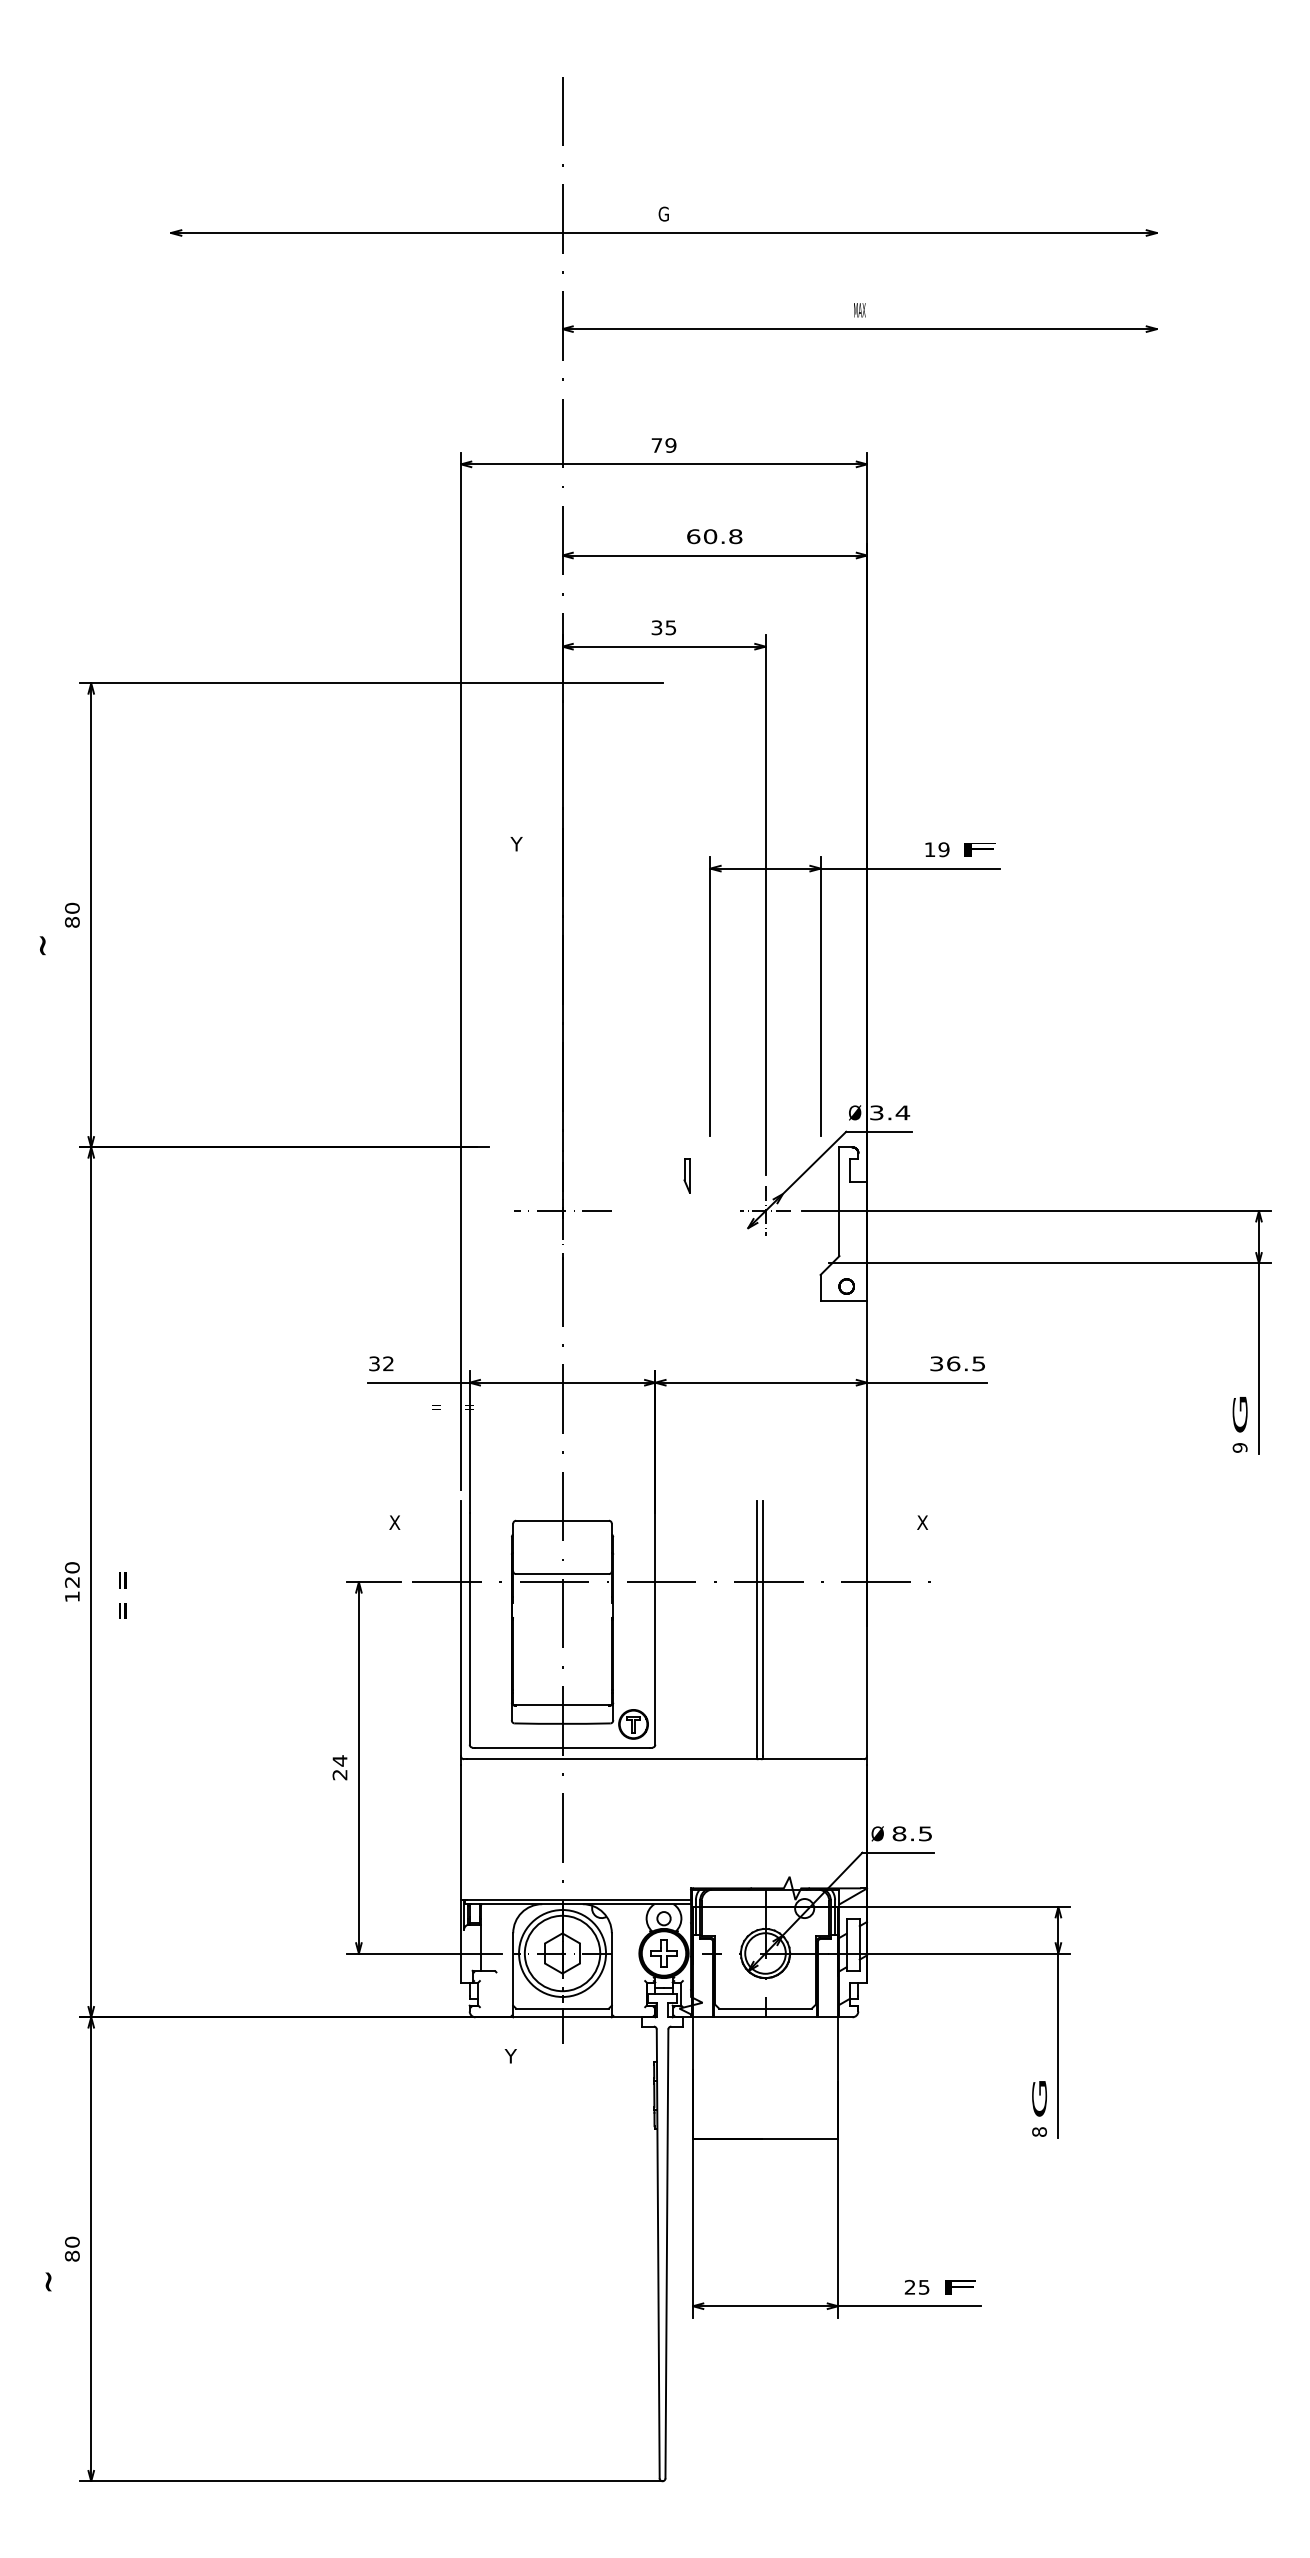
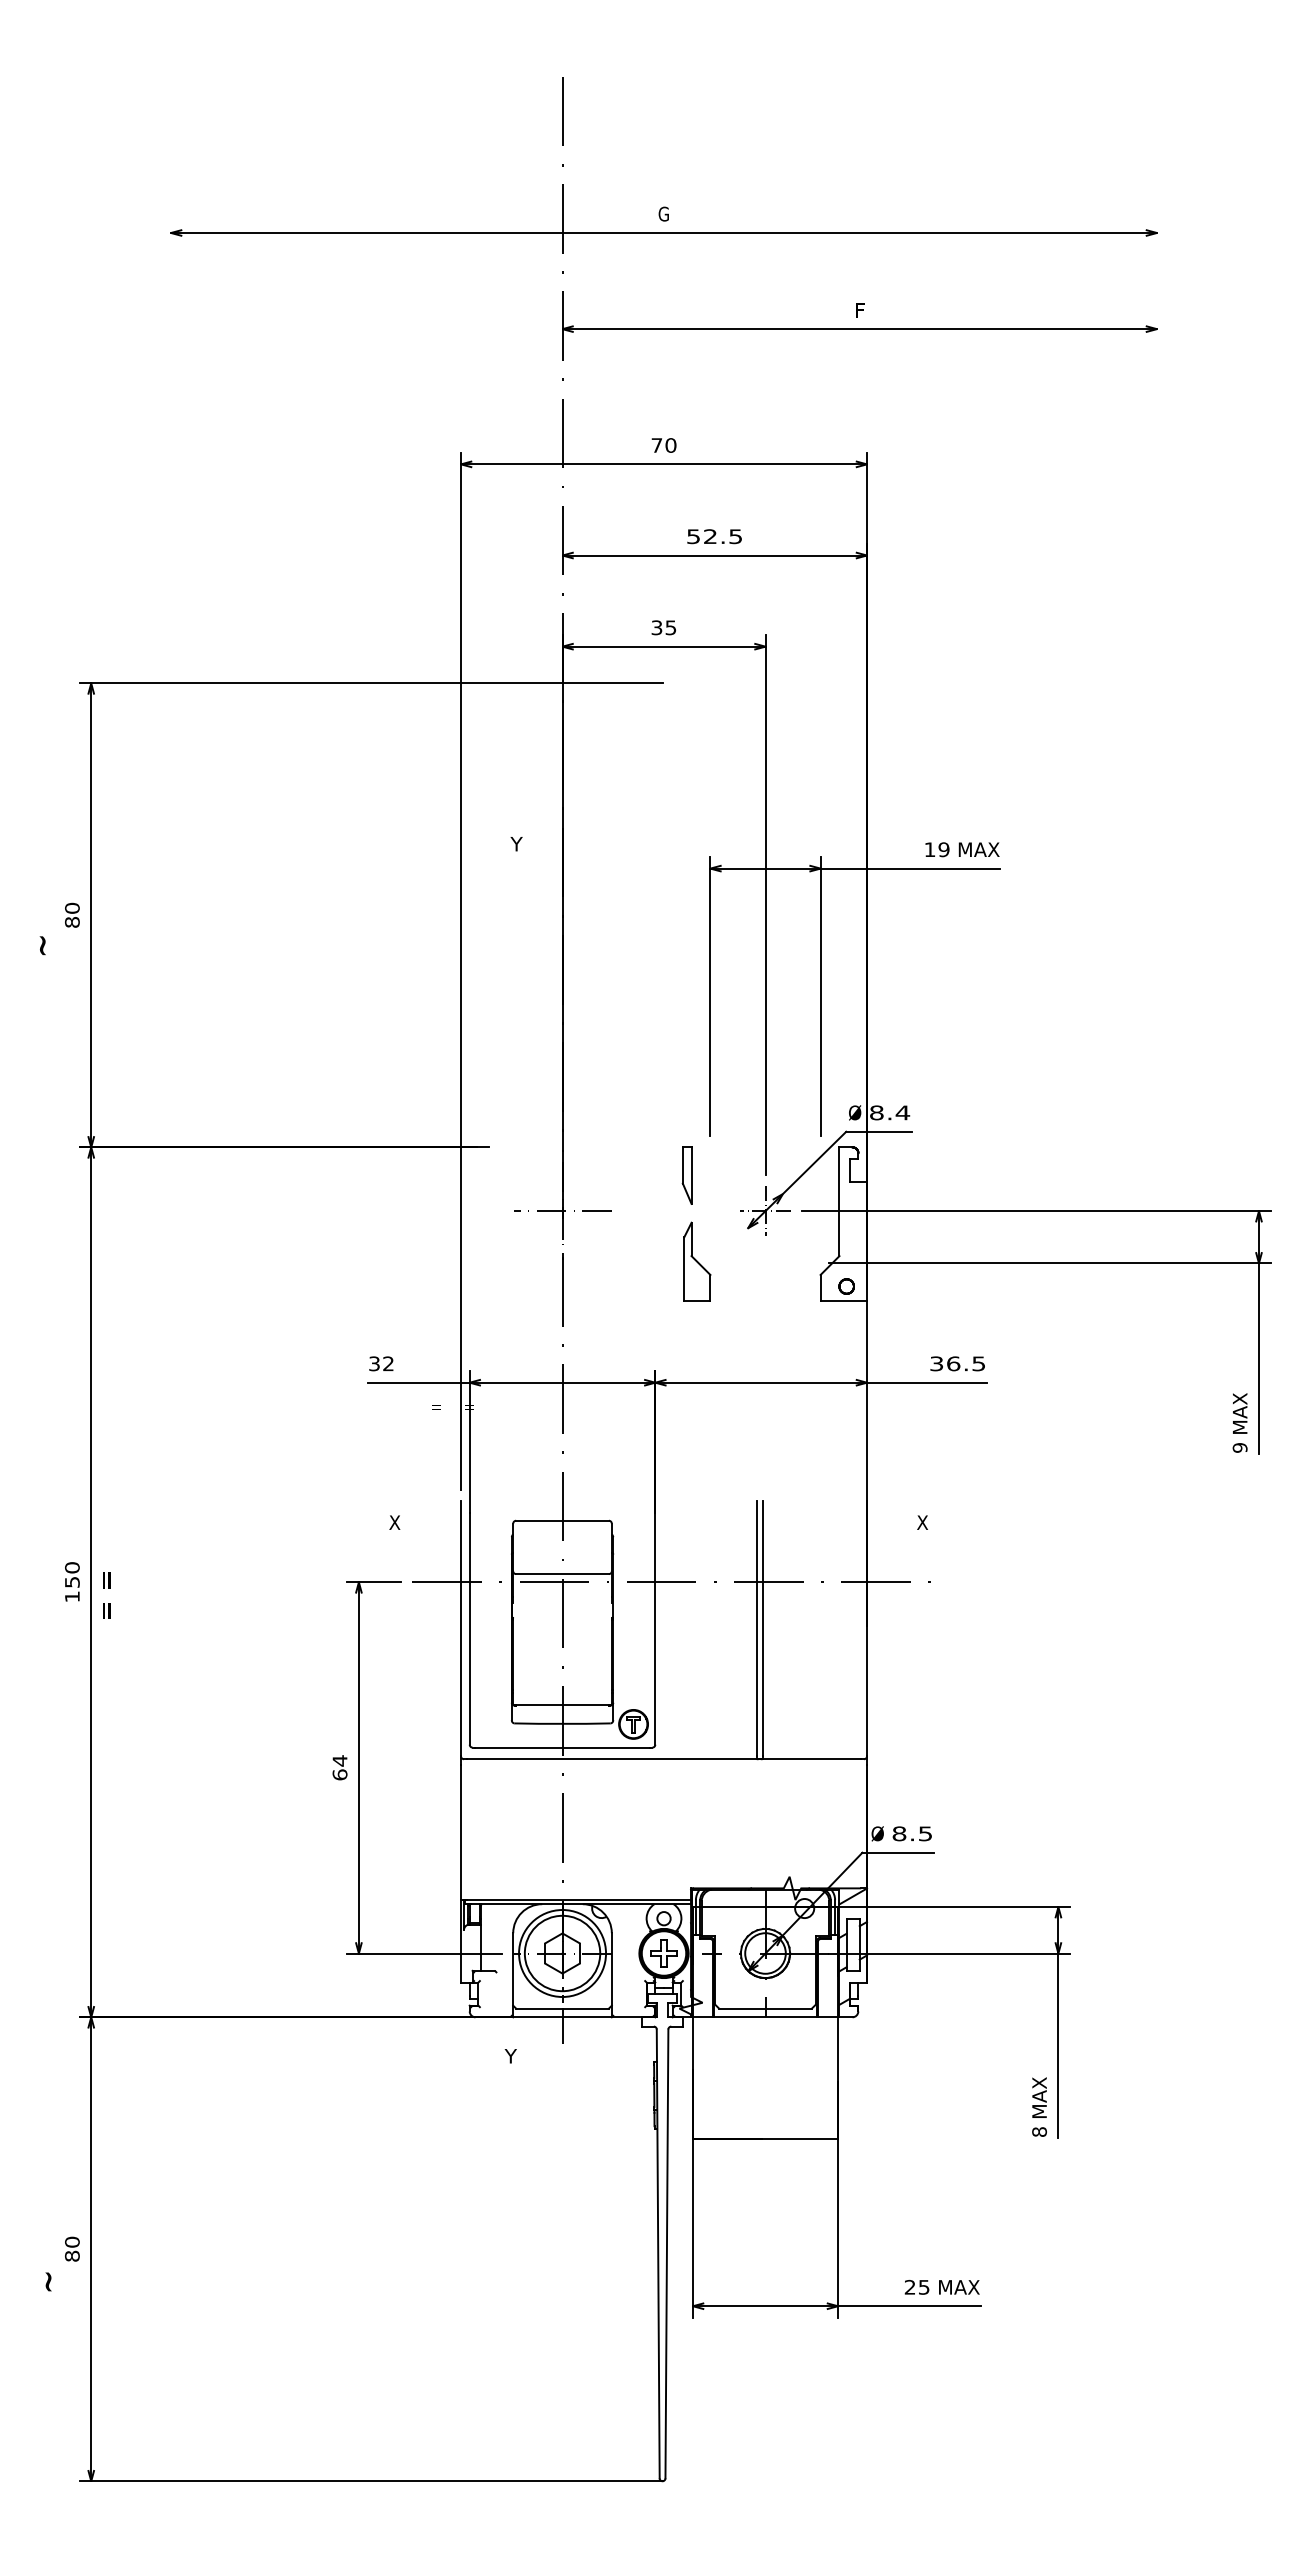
text at (859, 310): MAX -> F
text at (670, 445): 79 -> 70
text at (714, 536): 60.8 -> 52.5
text at (978, 849): F -> MAX
text at (876, 1112): 3.4 -> 8.4
part at (686, 1175) size: 8x36 px -> 12x59 px
part at (697, 1261): none -> present
text at (1239, 1413): G -> MAX
text at (72, 1582): 120 -> 150
text at (122, 1595) position: (122, 1595) -> (106, 1595)
text at (339, 1774): 24 -> 64
text at (1039, 2097): G -> MAX
text at (959, 2287): F -> MAX
